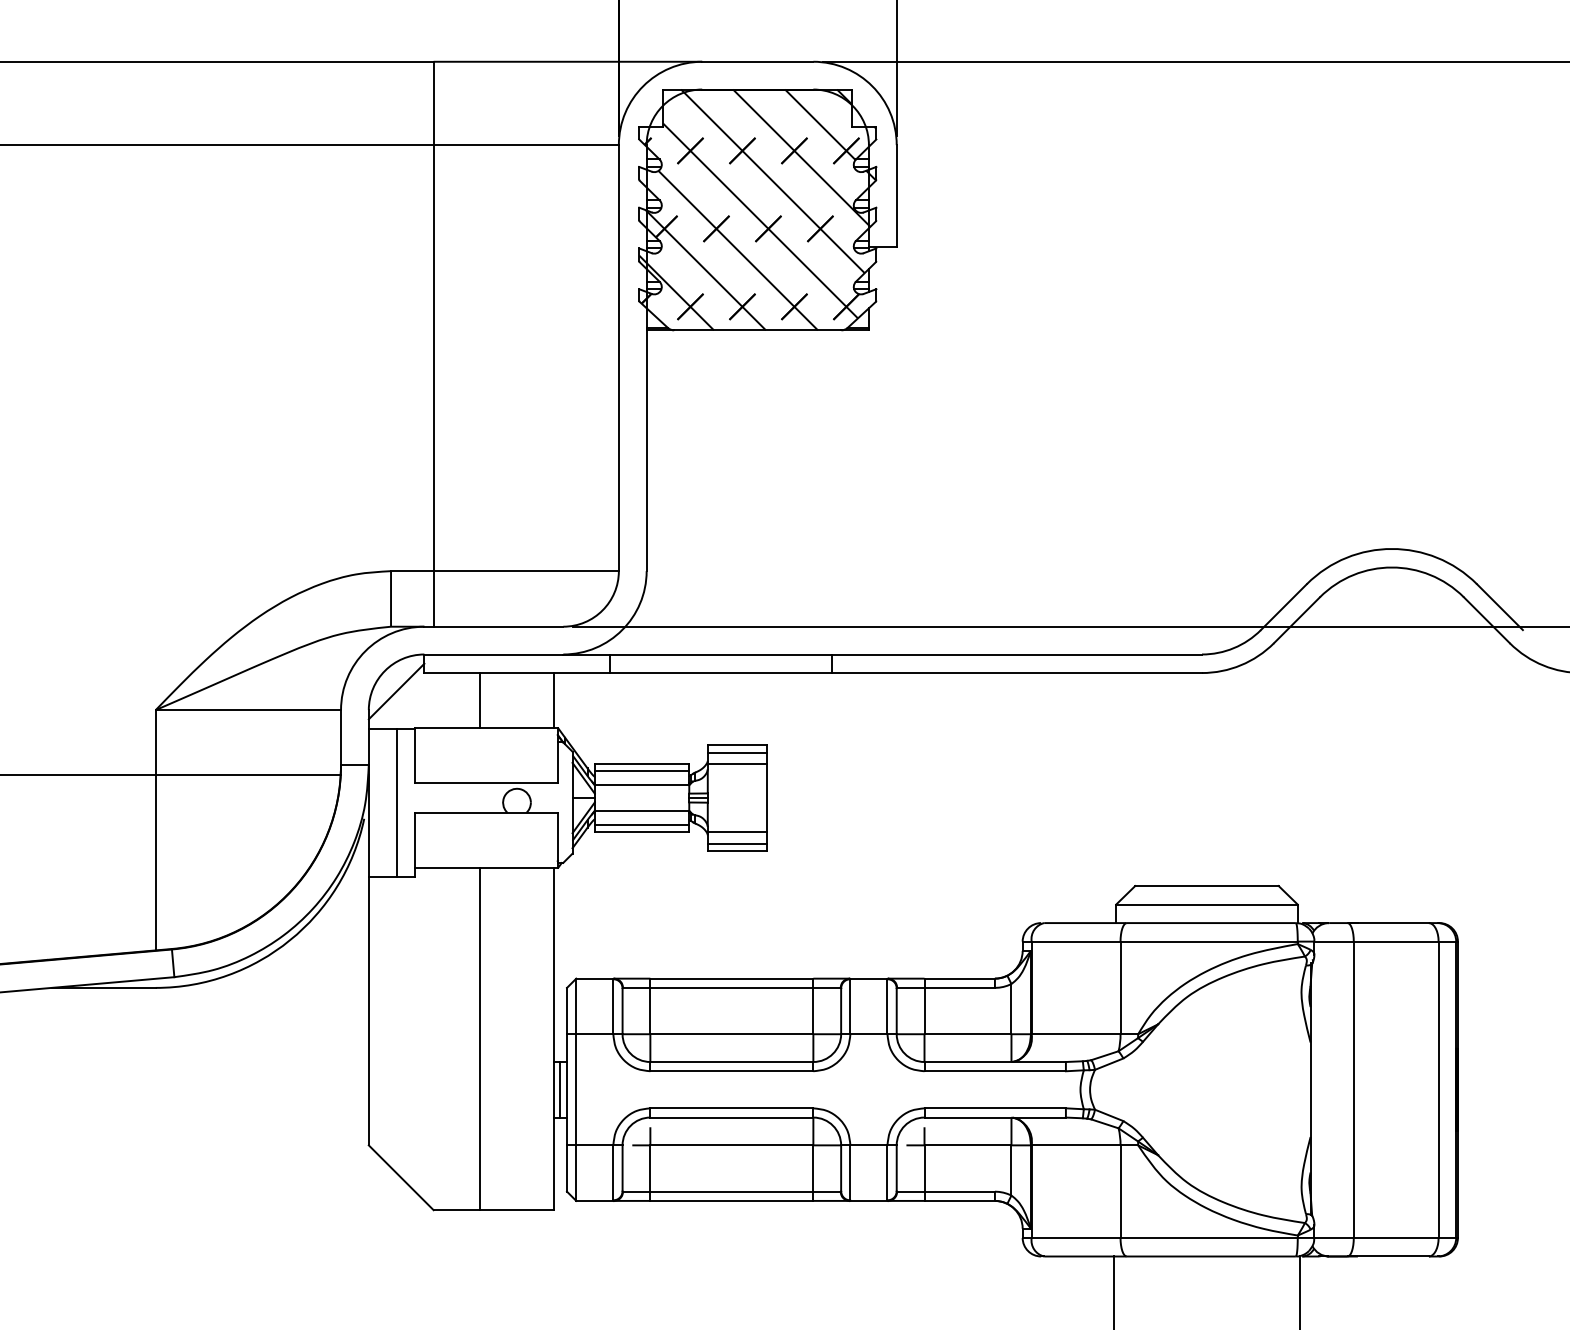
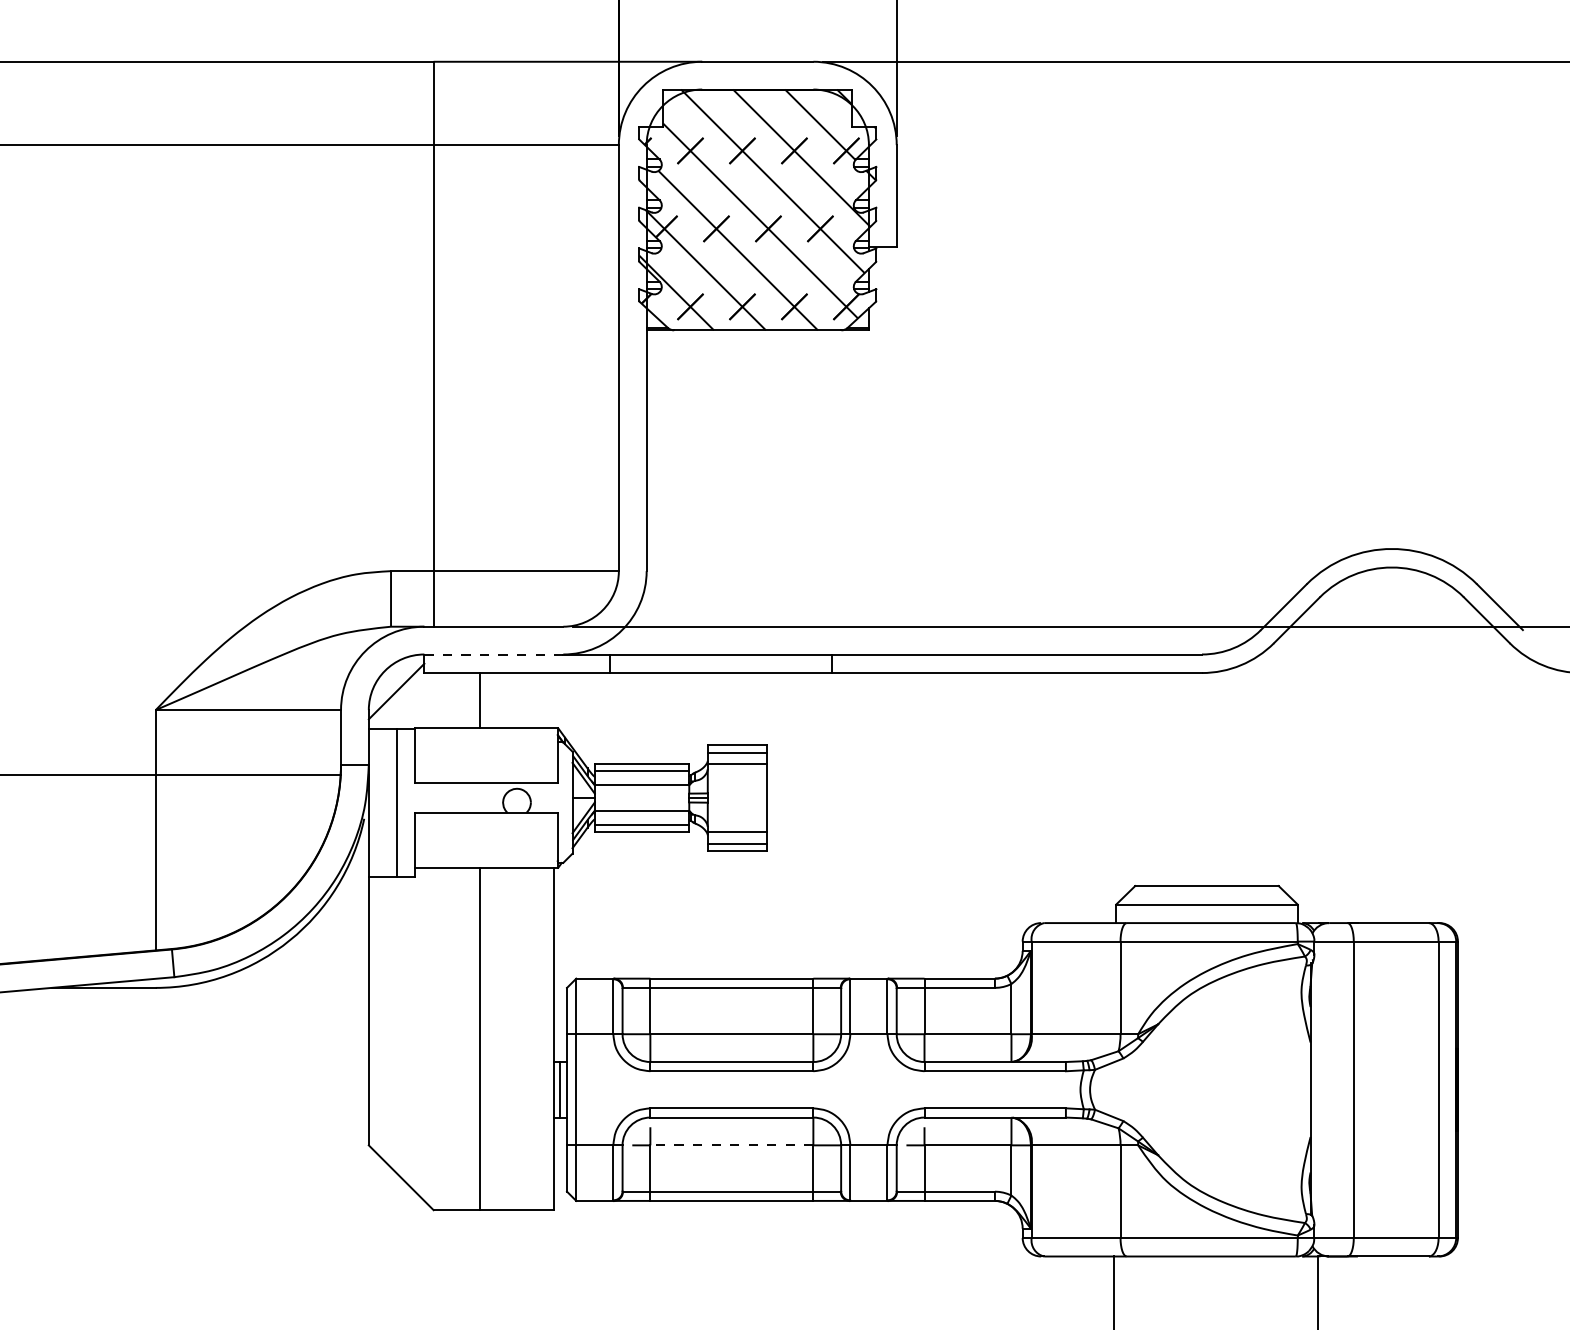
line at (494, 654): solid -> dashed
line at (554, 700): present -> none
line at (731, 1145): solid -> dashed
line at (1299, 1291) position: (1299, 1291) -> (1317, 1291)
